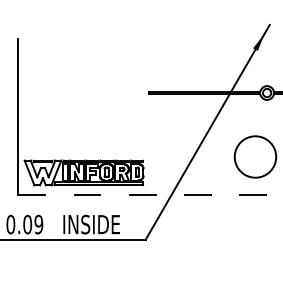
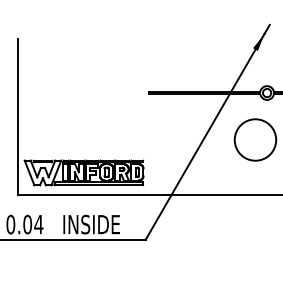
circle at (255, 156) position: (255, 156) -> (255, 139)
line at (150, 195): dashed -> solid
text at (38, 224): 0.09 -> 0.04
